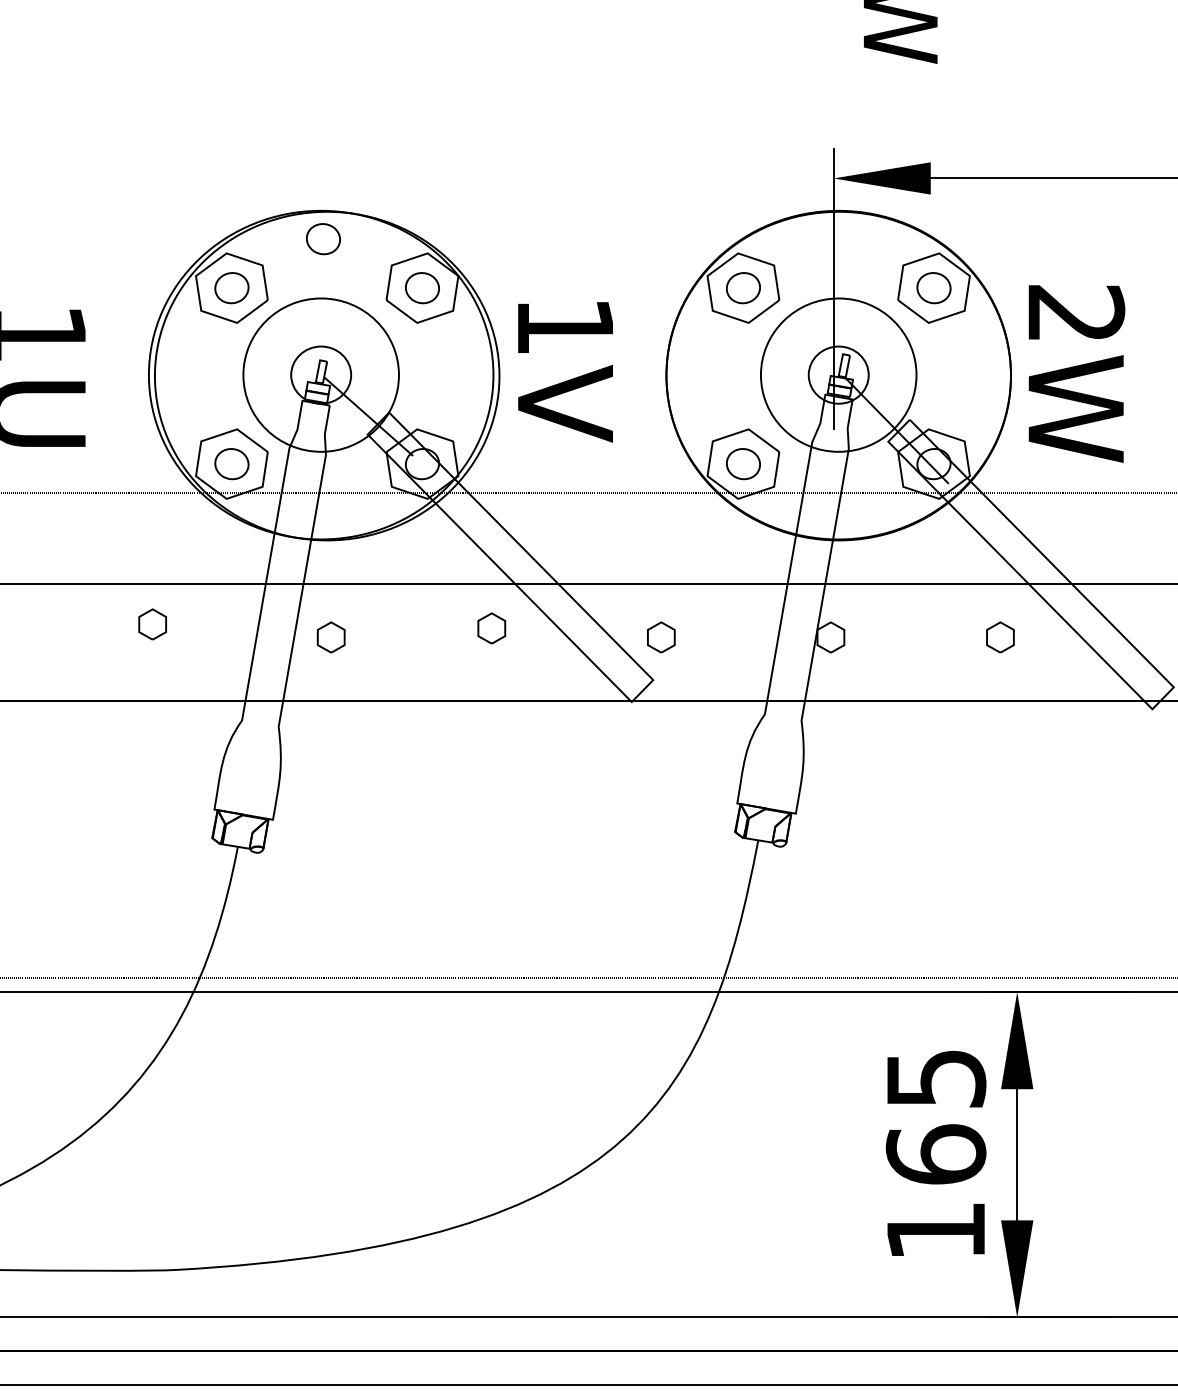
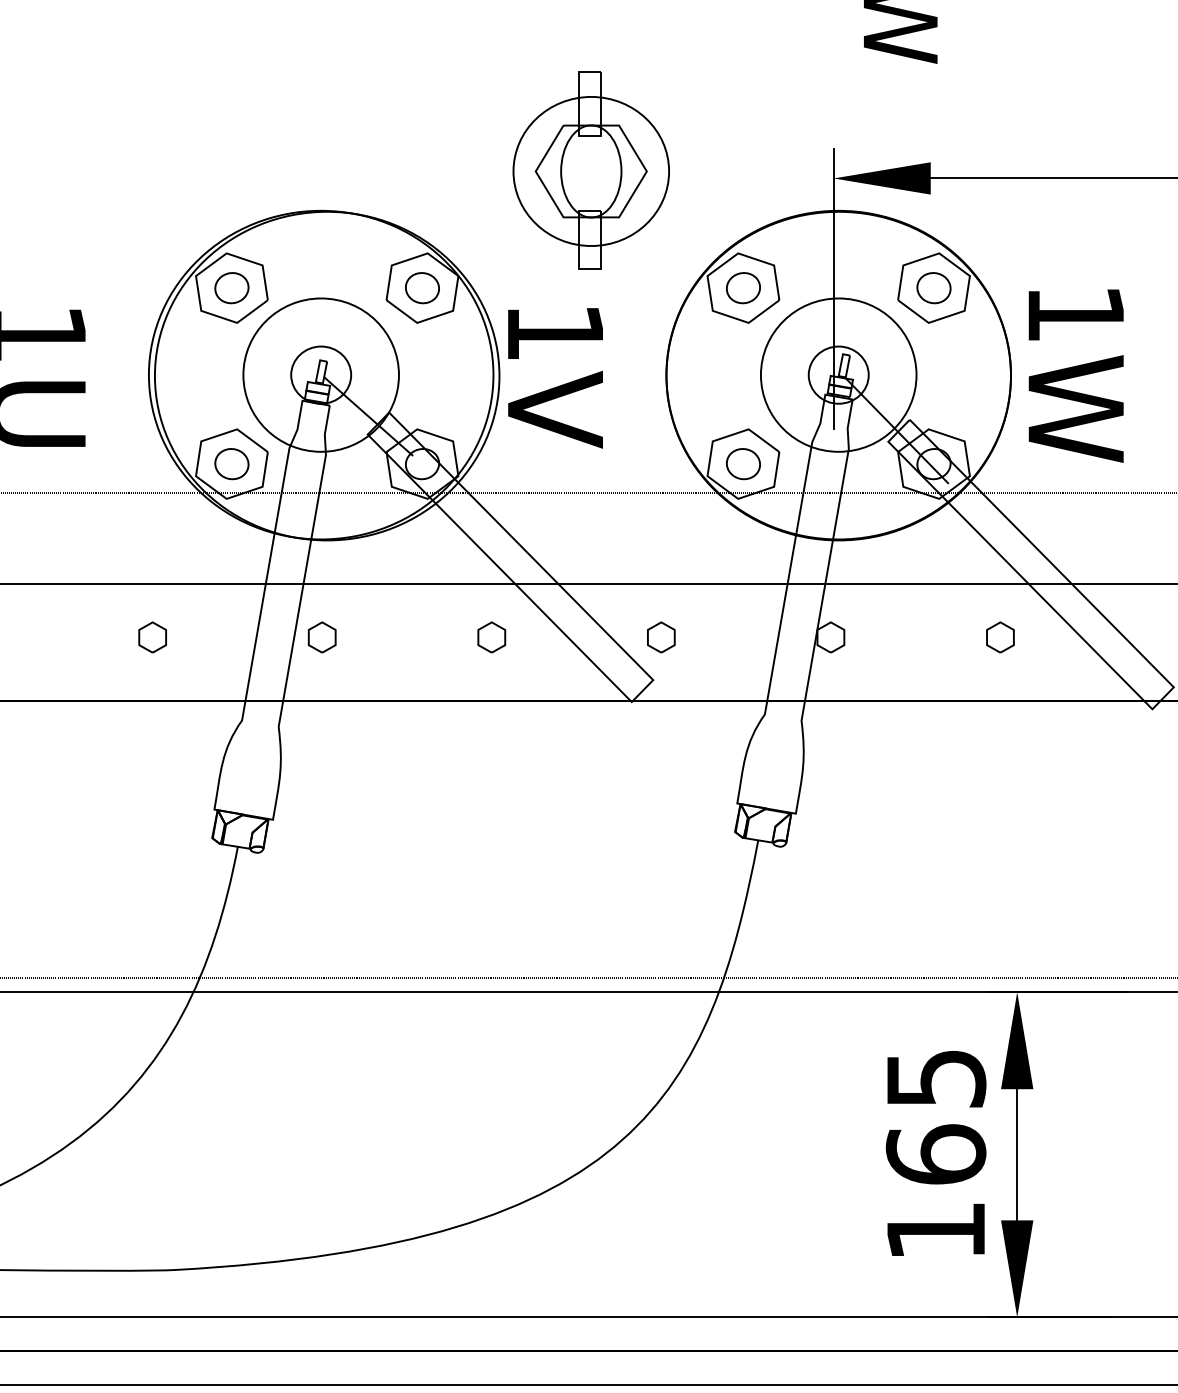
part at (590, 170): none -> present
part at (323, 239): present -> none
text at (1076, 312): 2W -> 1W
text at (565, 372) position: (565, 372) -> (555, 378)
part at (152, 624) position: (152, 624) -> (152, 637)
part at (491, 628) position: (491, 628) -> (491, 637)
part at (330, 637) position: (330, 637) -> (321, 637)
